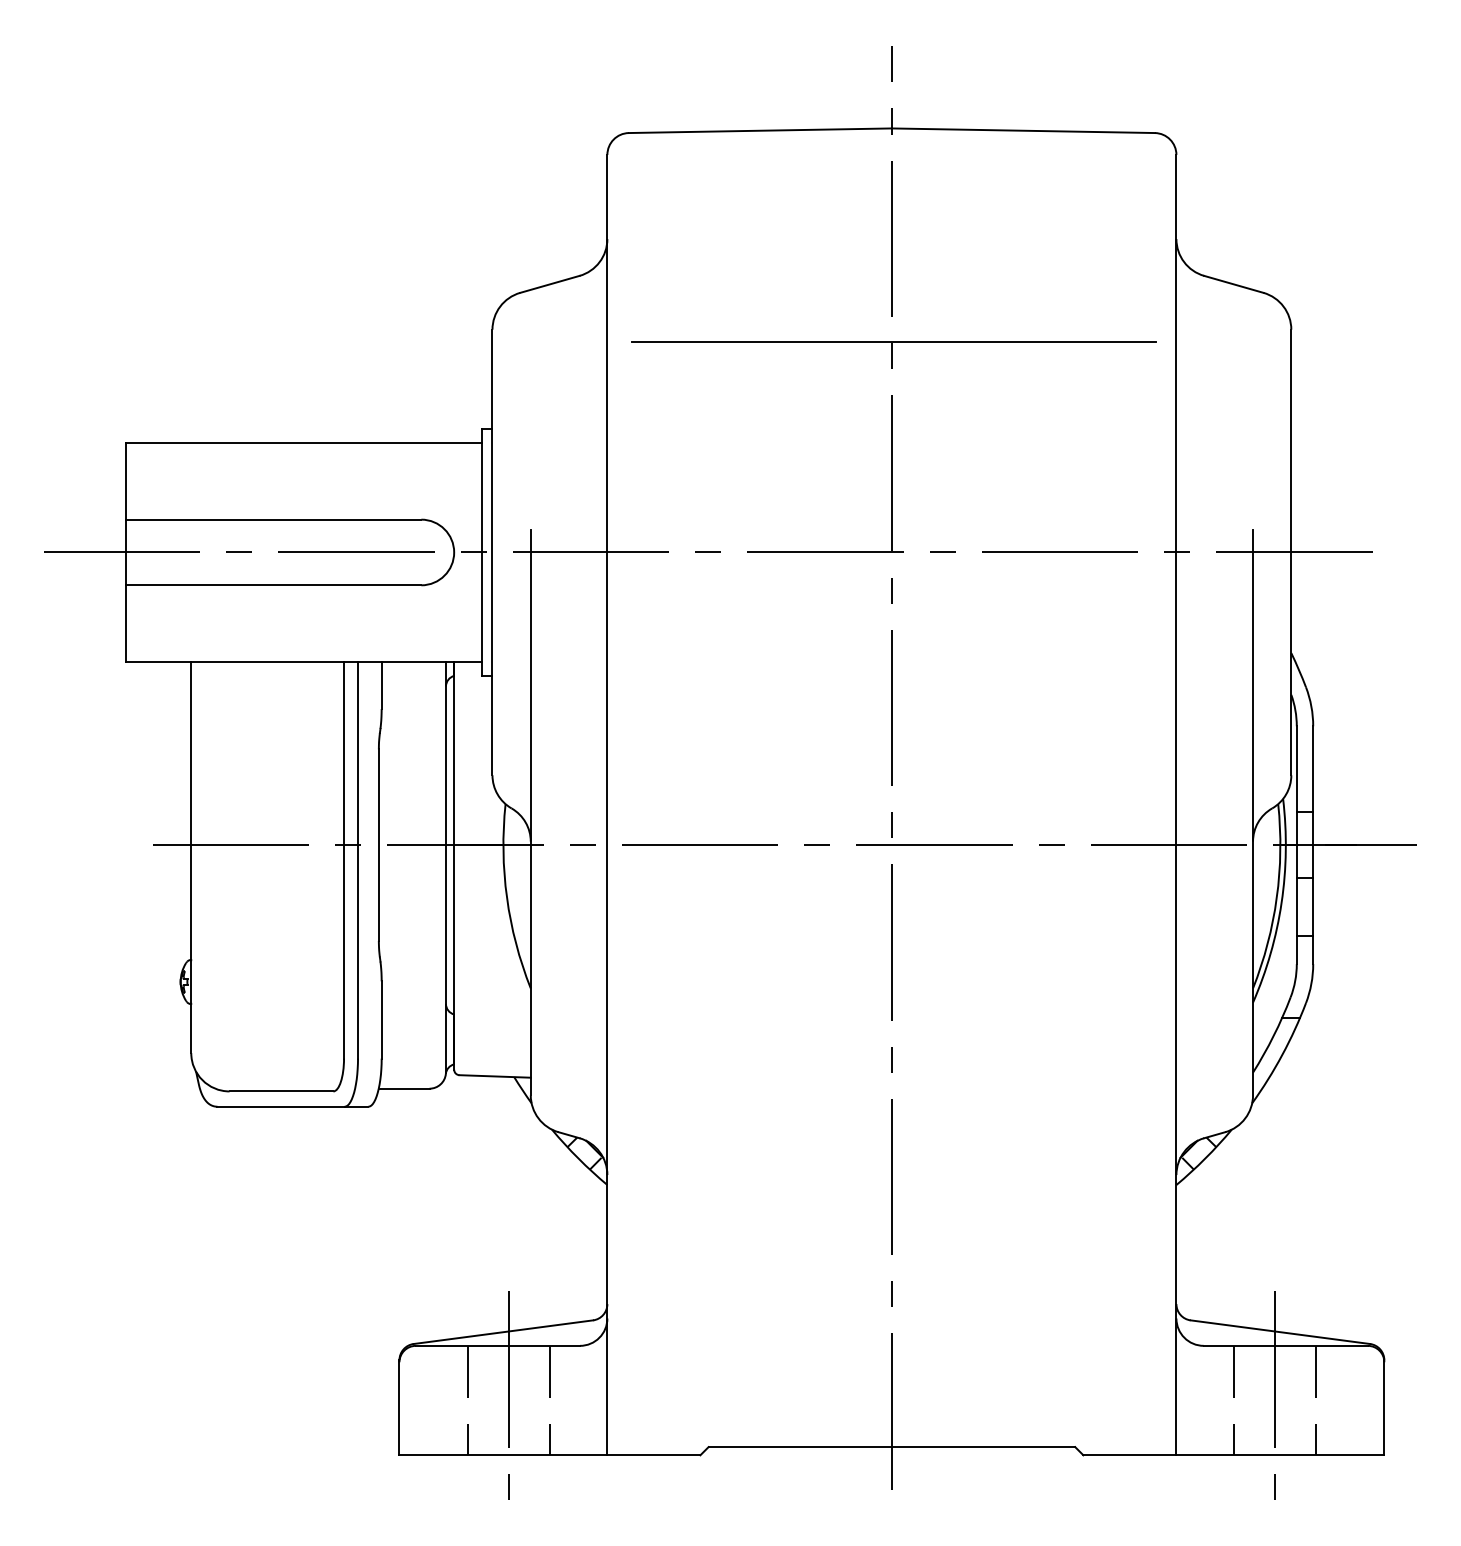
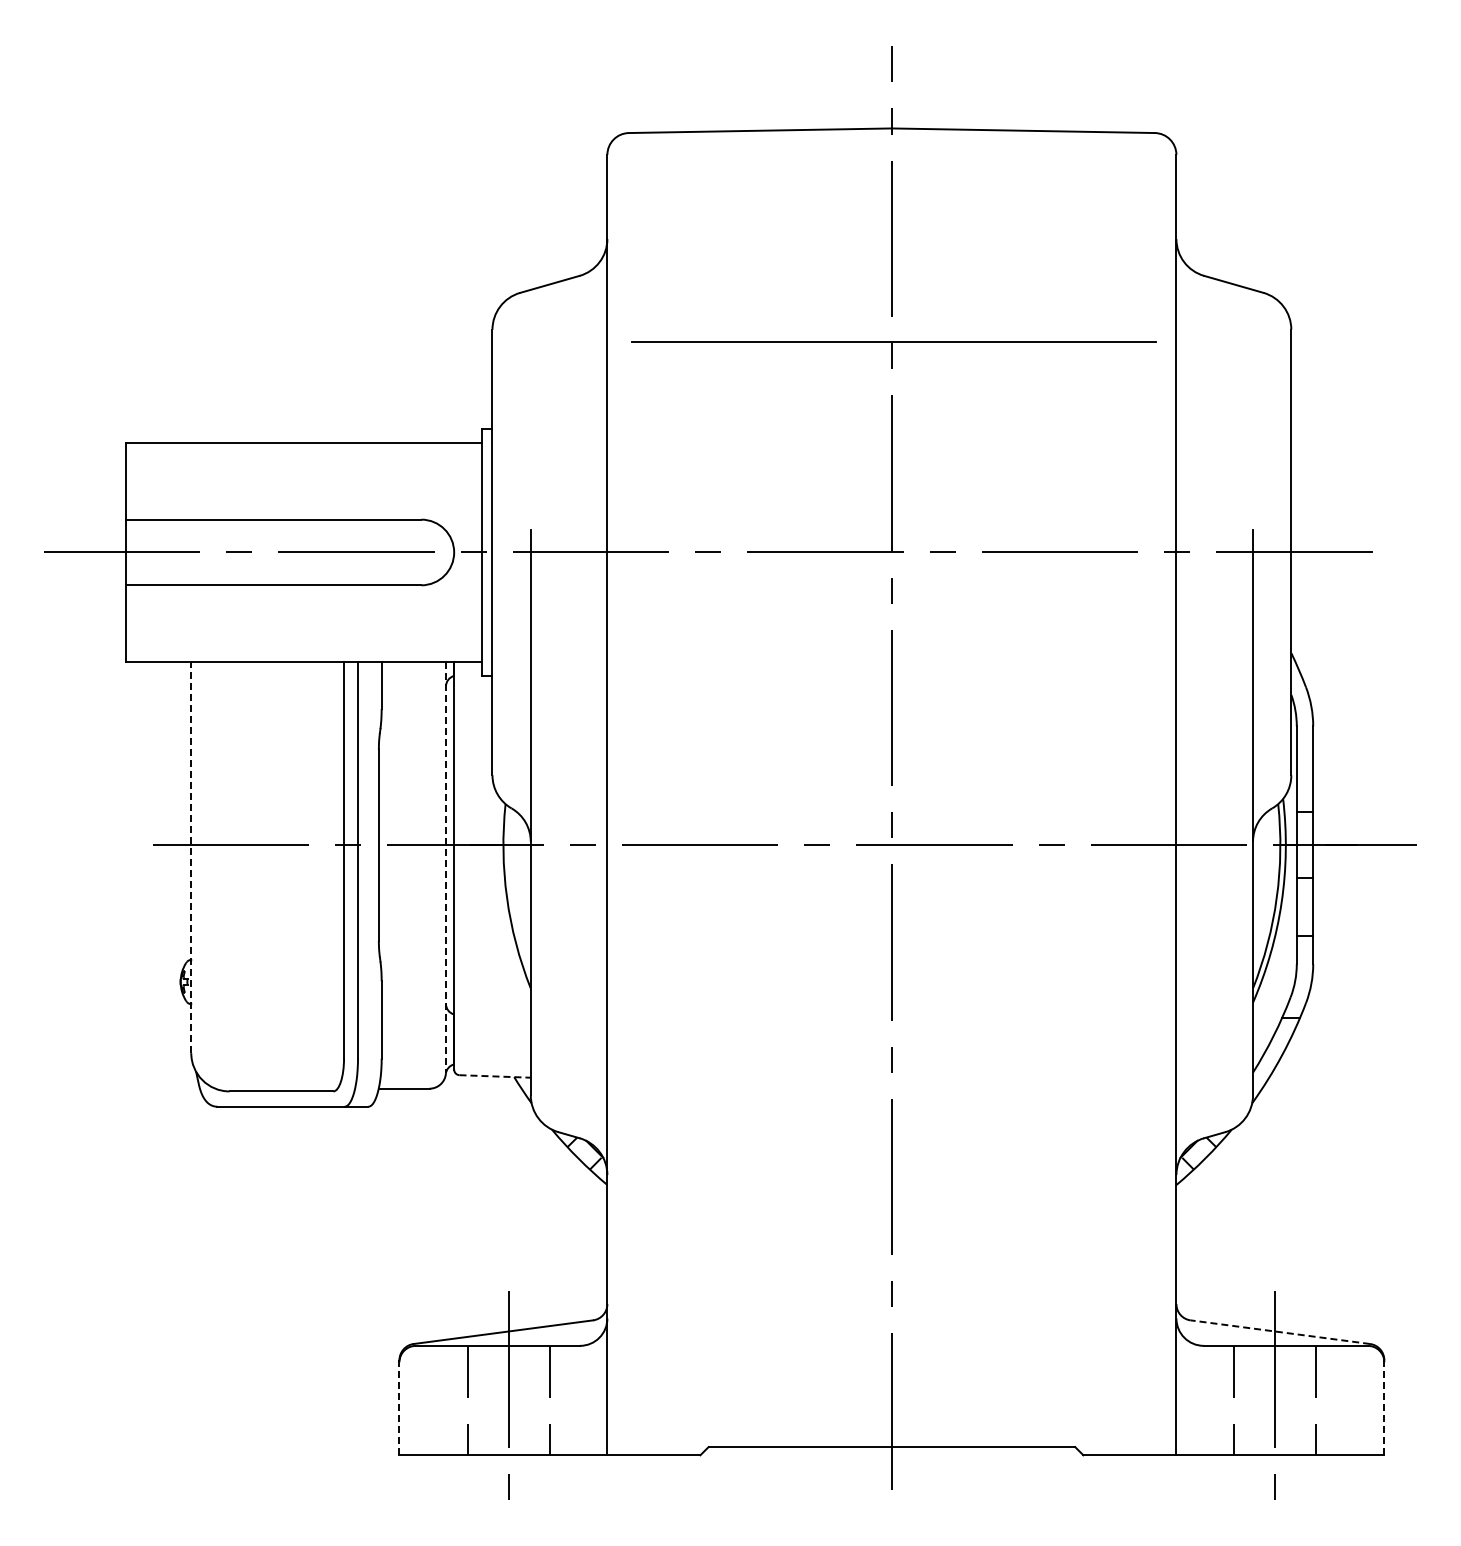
line at (191, 857): solid -> dashed
line at (445, 867): solid -> dashed
line at (495, 1076): solid -> dashed
line at (1279, 1332): solid -> dashed
line at (399, 1407): solid -> dashed
line at (1384, 1407): solid -> dashed
